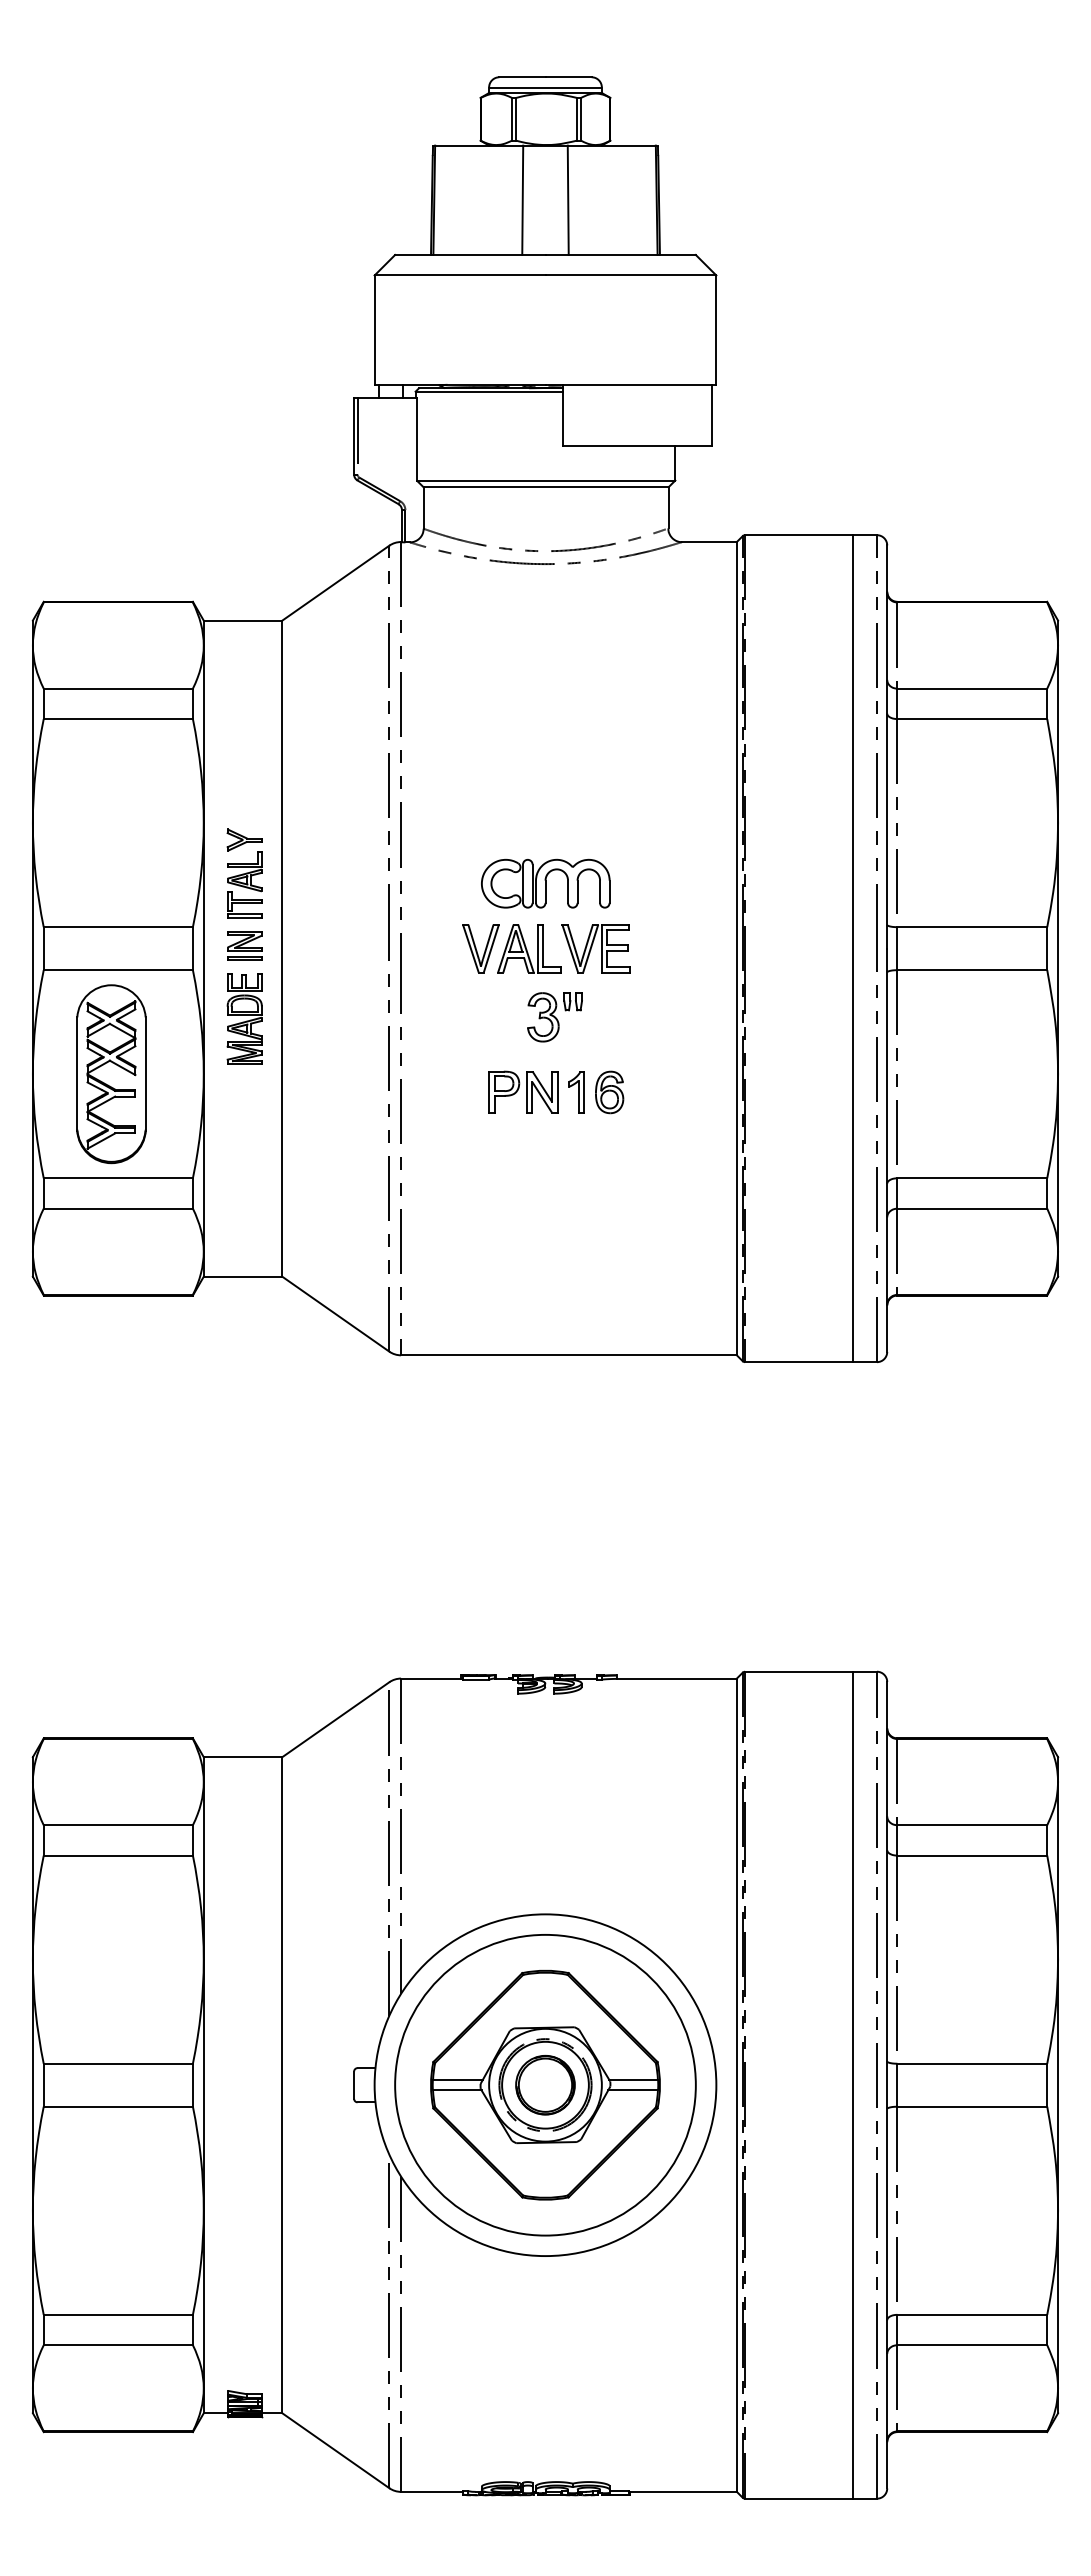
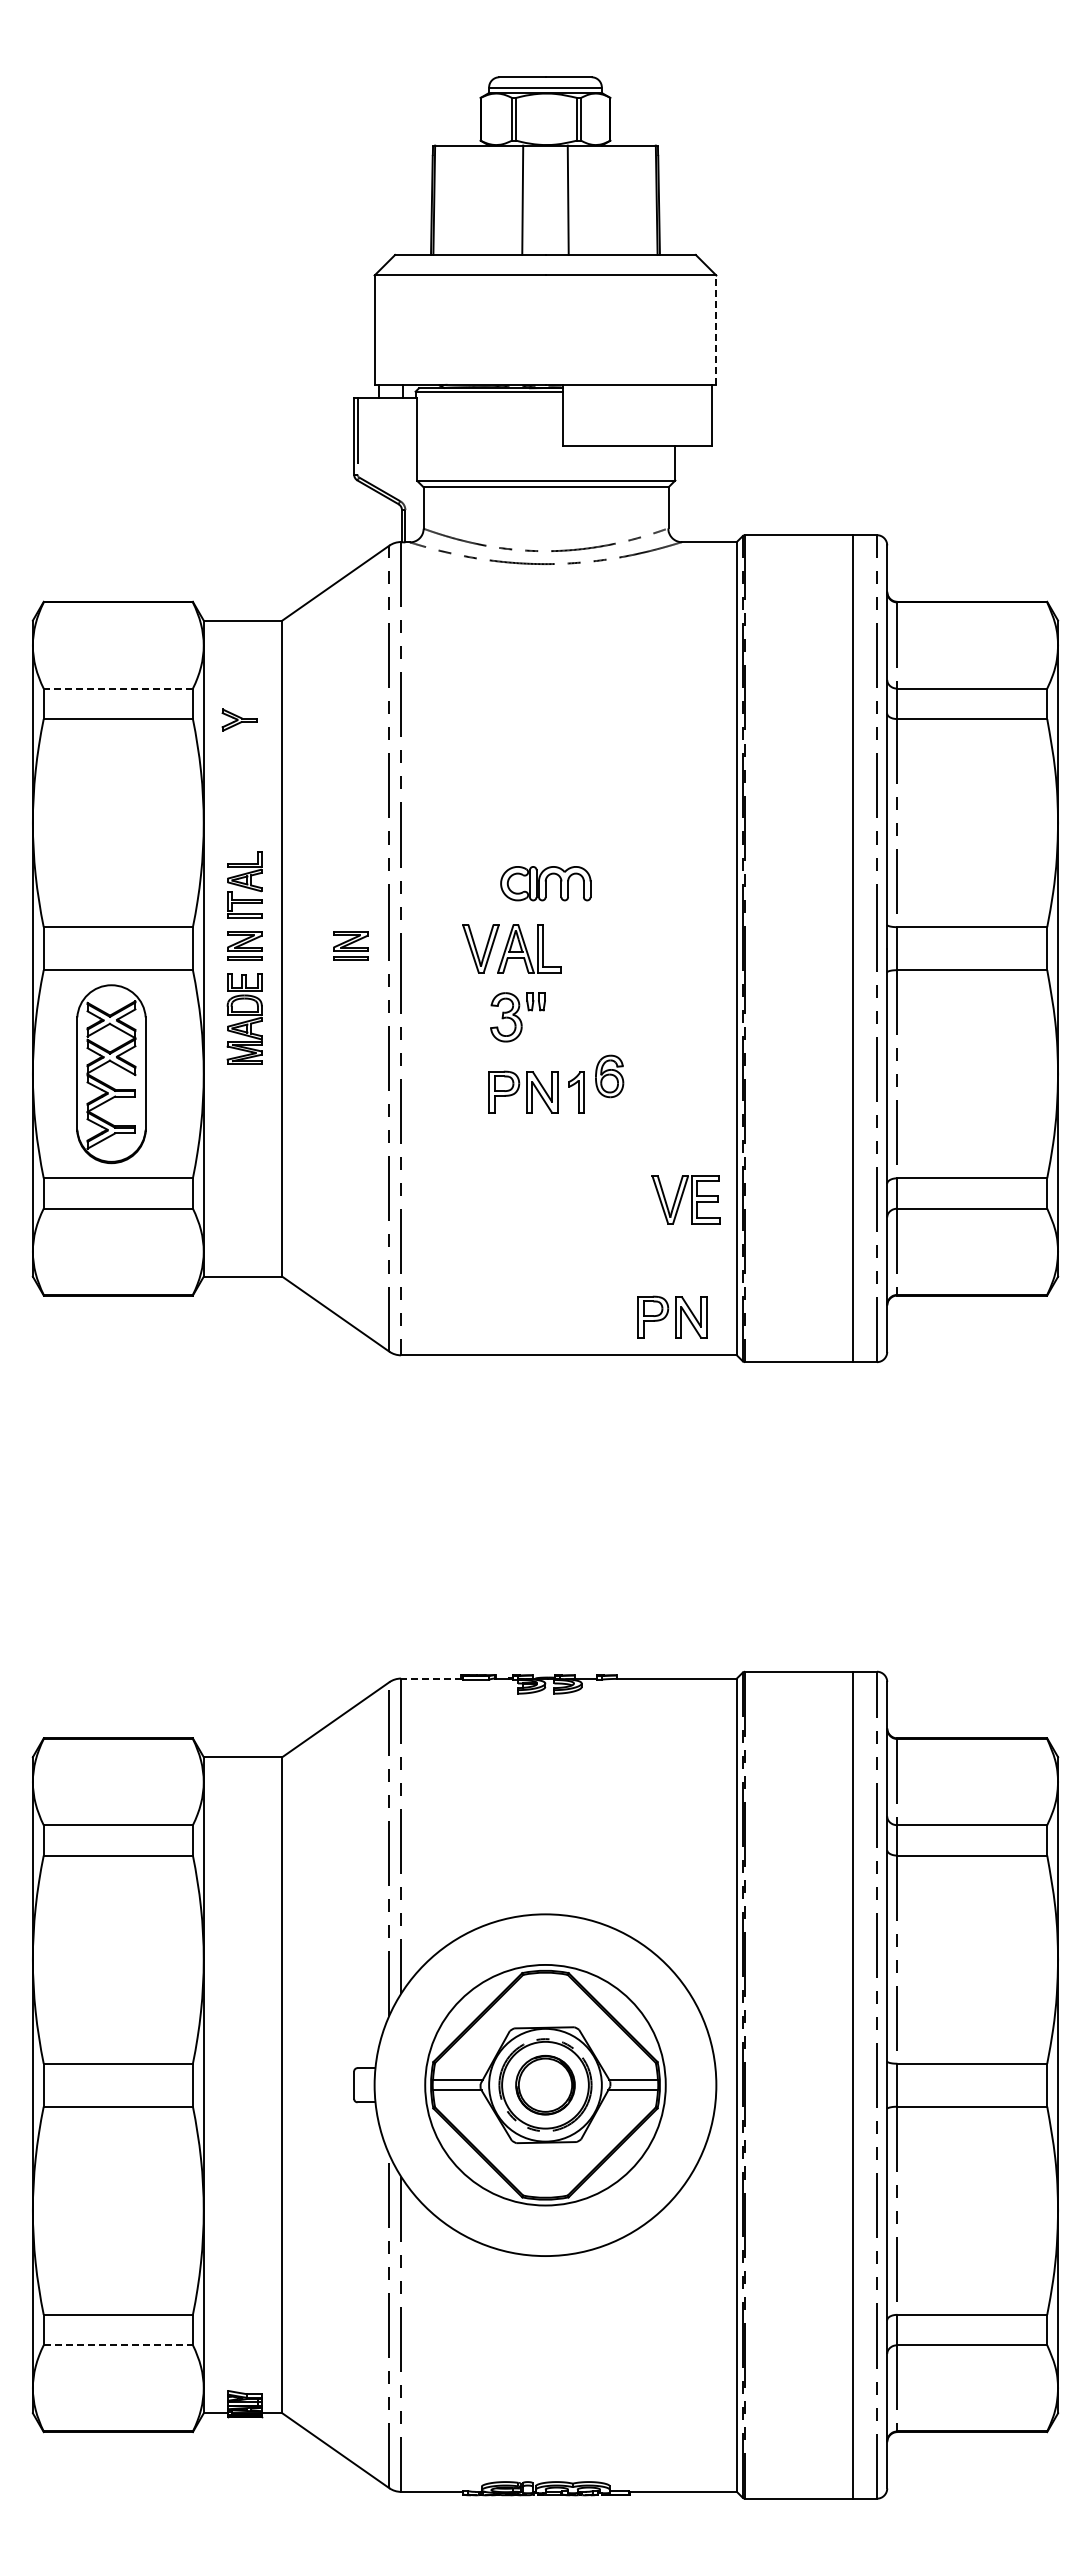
line at (716, 330): solid -> dashed
line at (118, 688): solid -> dashed
part at (244, 839) position: (244, 839) -> (239, 719)
part at (545, 883) size: 130x51 px -> 92x36 px
part at (350, 945): none -> present
part at (595, 948) position: (595, 948) -> (685, 1199)
part at (554, 1017) position: (554, 1017) -> (517, 1017)
part at (609, 1092) position: (609, 1092) -> (609, 1076)
part at (672, 1316): none -> present
line at (430, 1678): solid -> dashed
circle at (545, 2084) diameter: 301 px -> 241 px
line at (118, 2345): solid -> dashed
